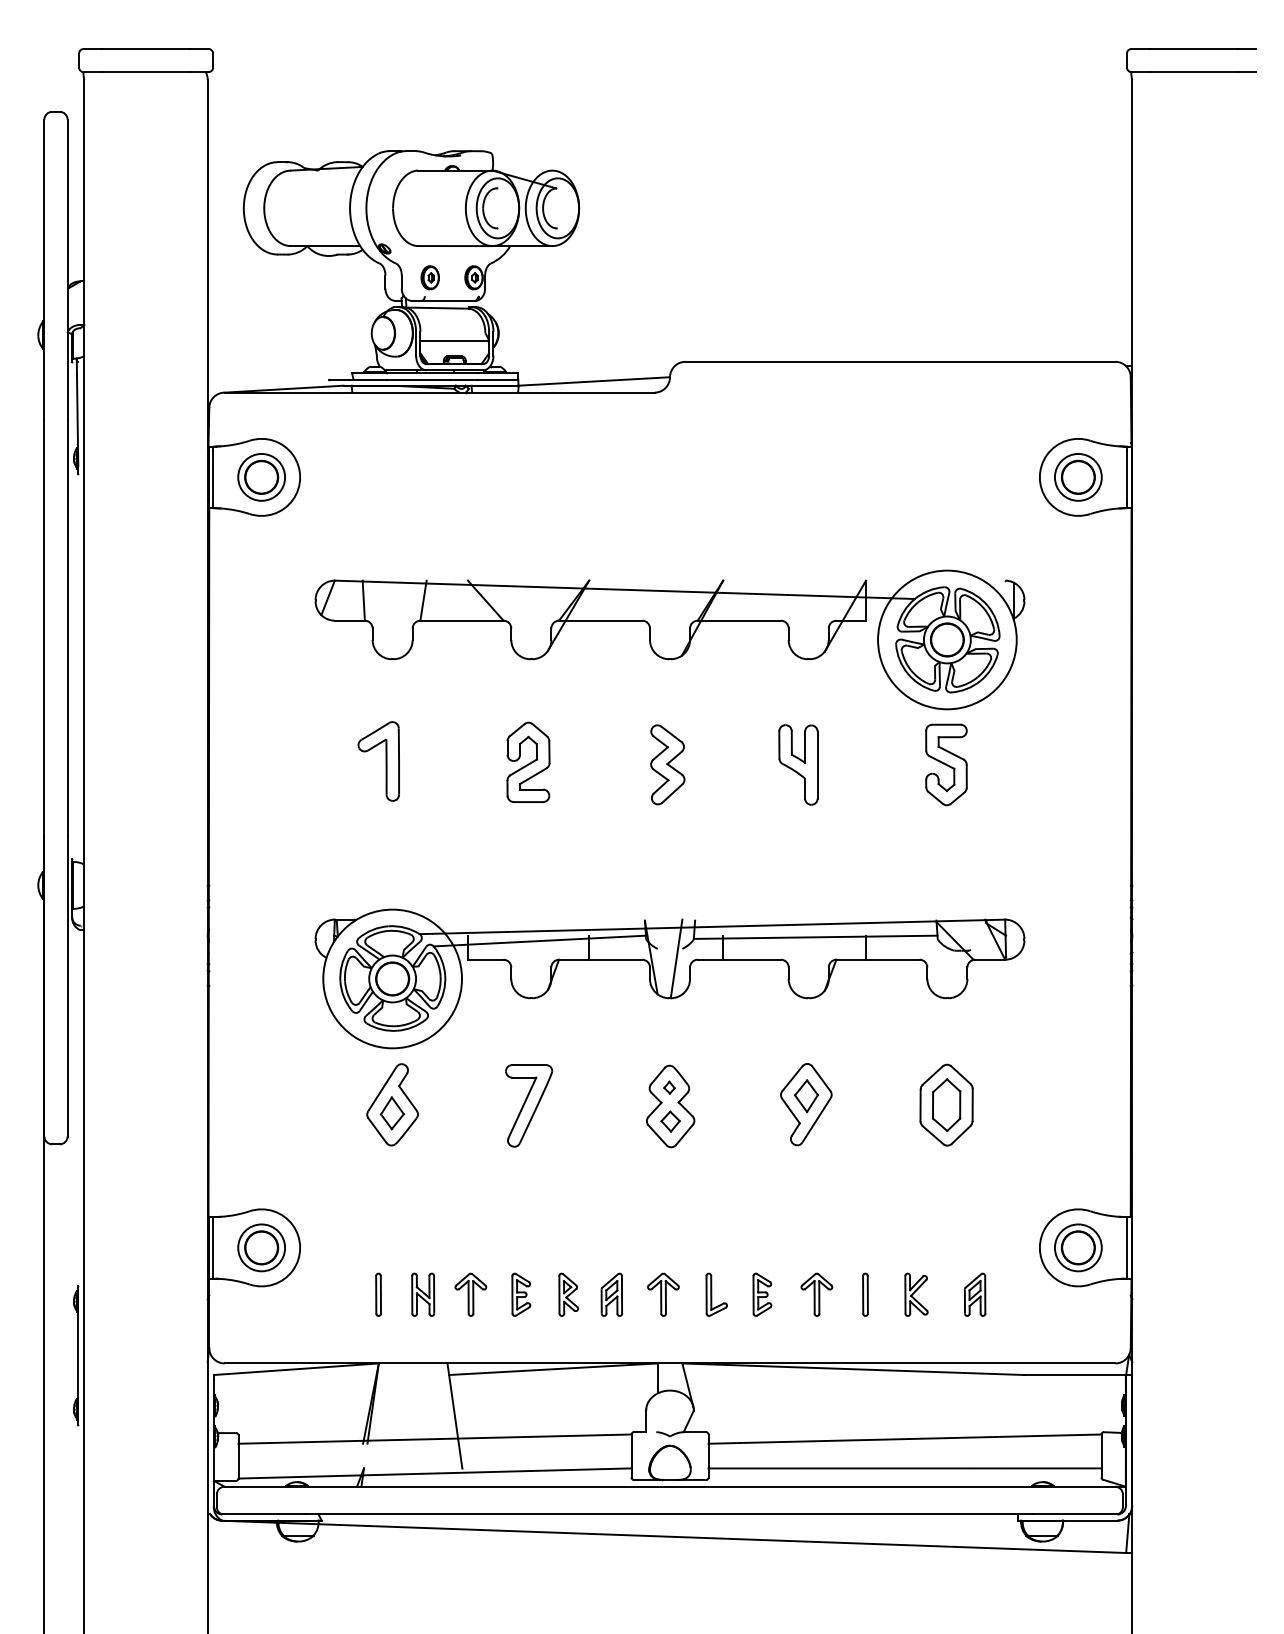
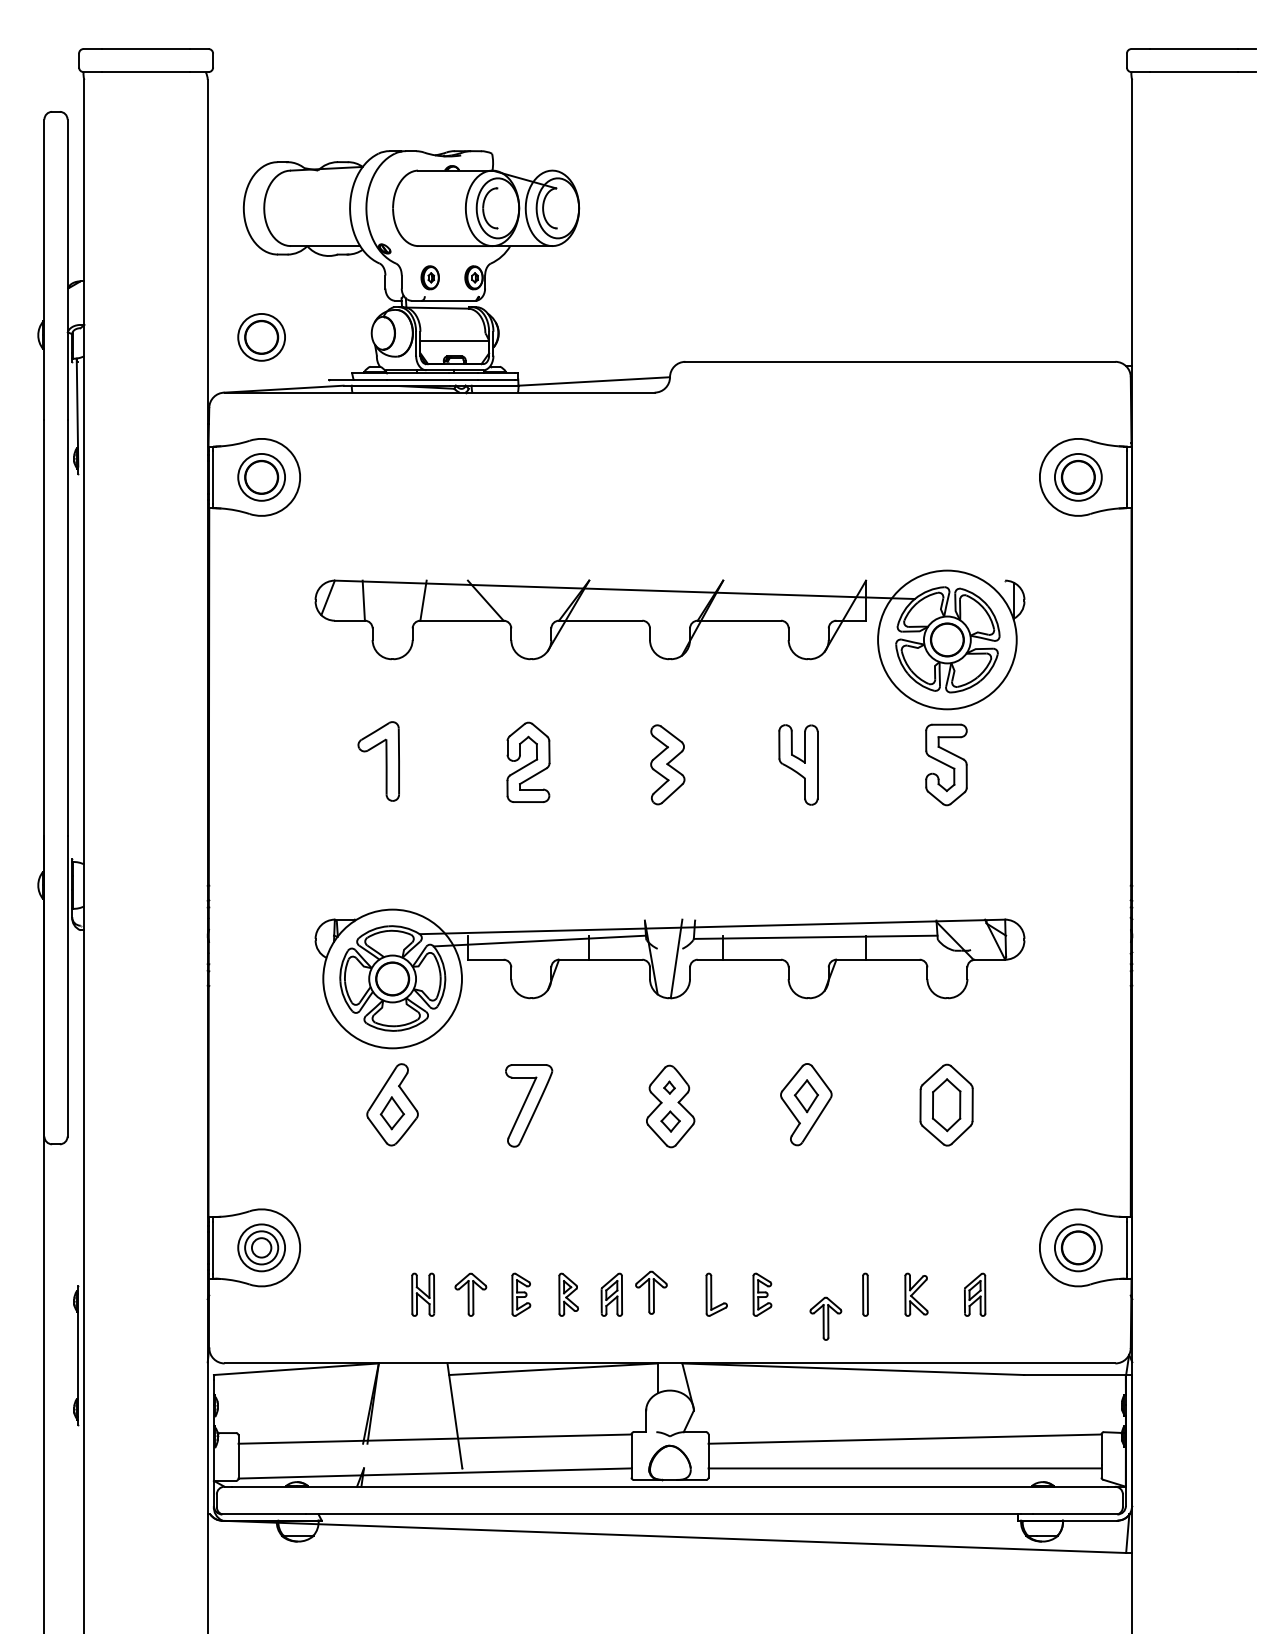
part at (261, 337): none -> present
circle at (261, 1247) diameter: 32 px -> 19 px
part at (378, 1294): present -> none
part at (663, 1294) position: (663, 1294) -> (651, 1292)
part at (816, 1294) position: (816, 1294) -> (825, 1318)
